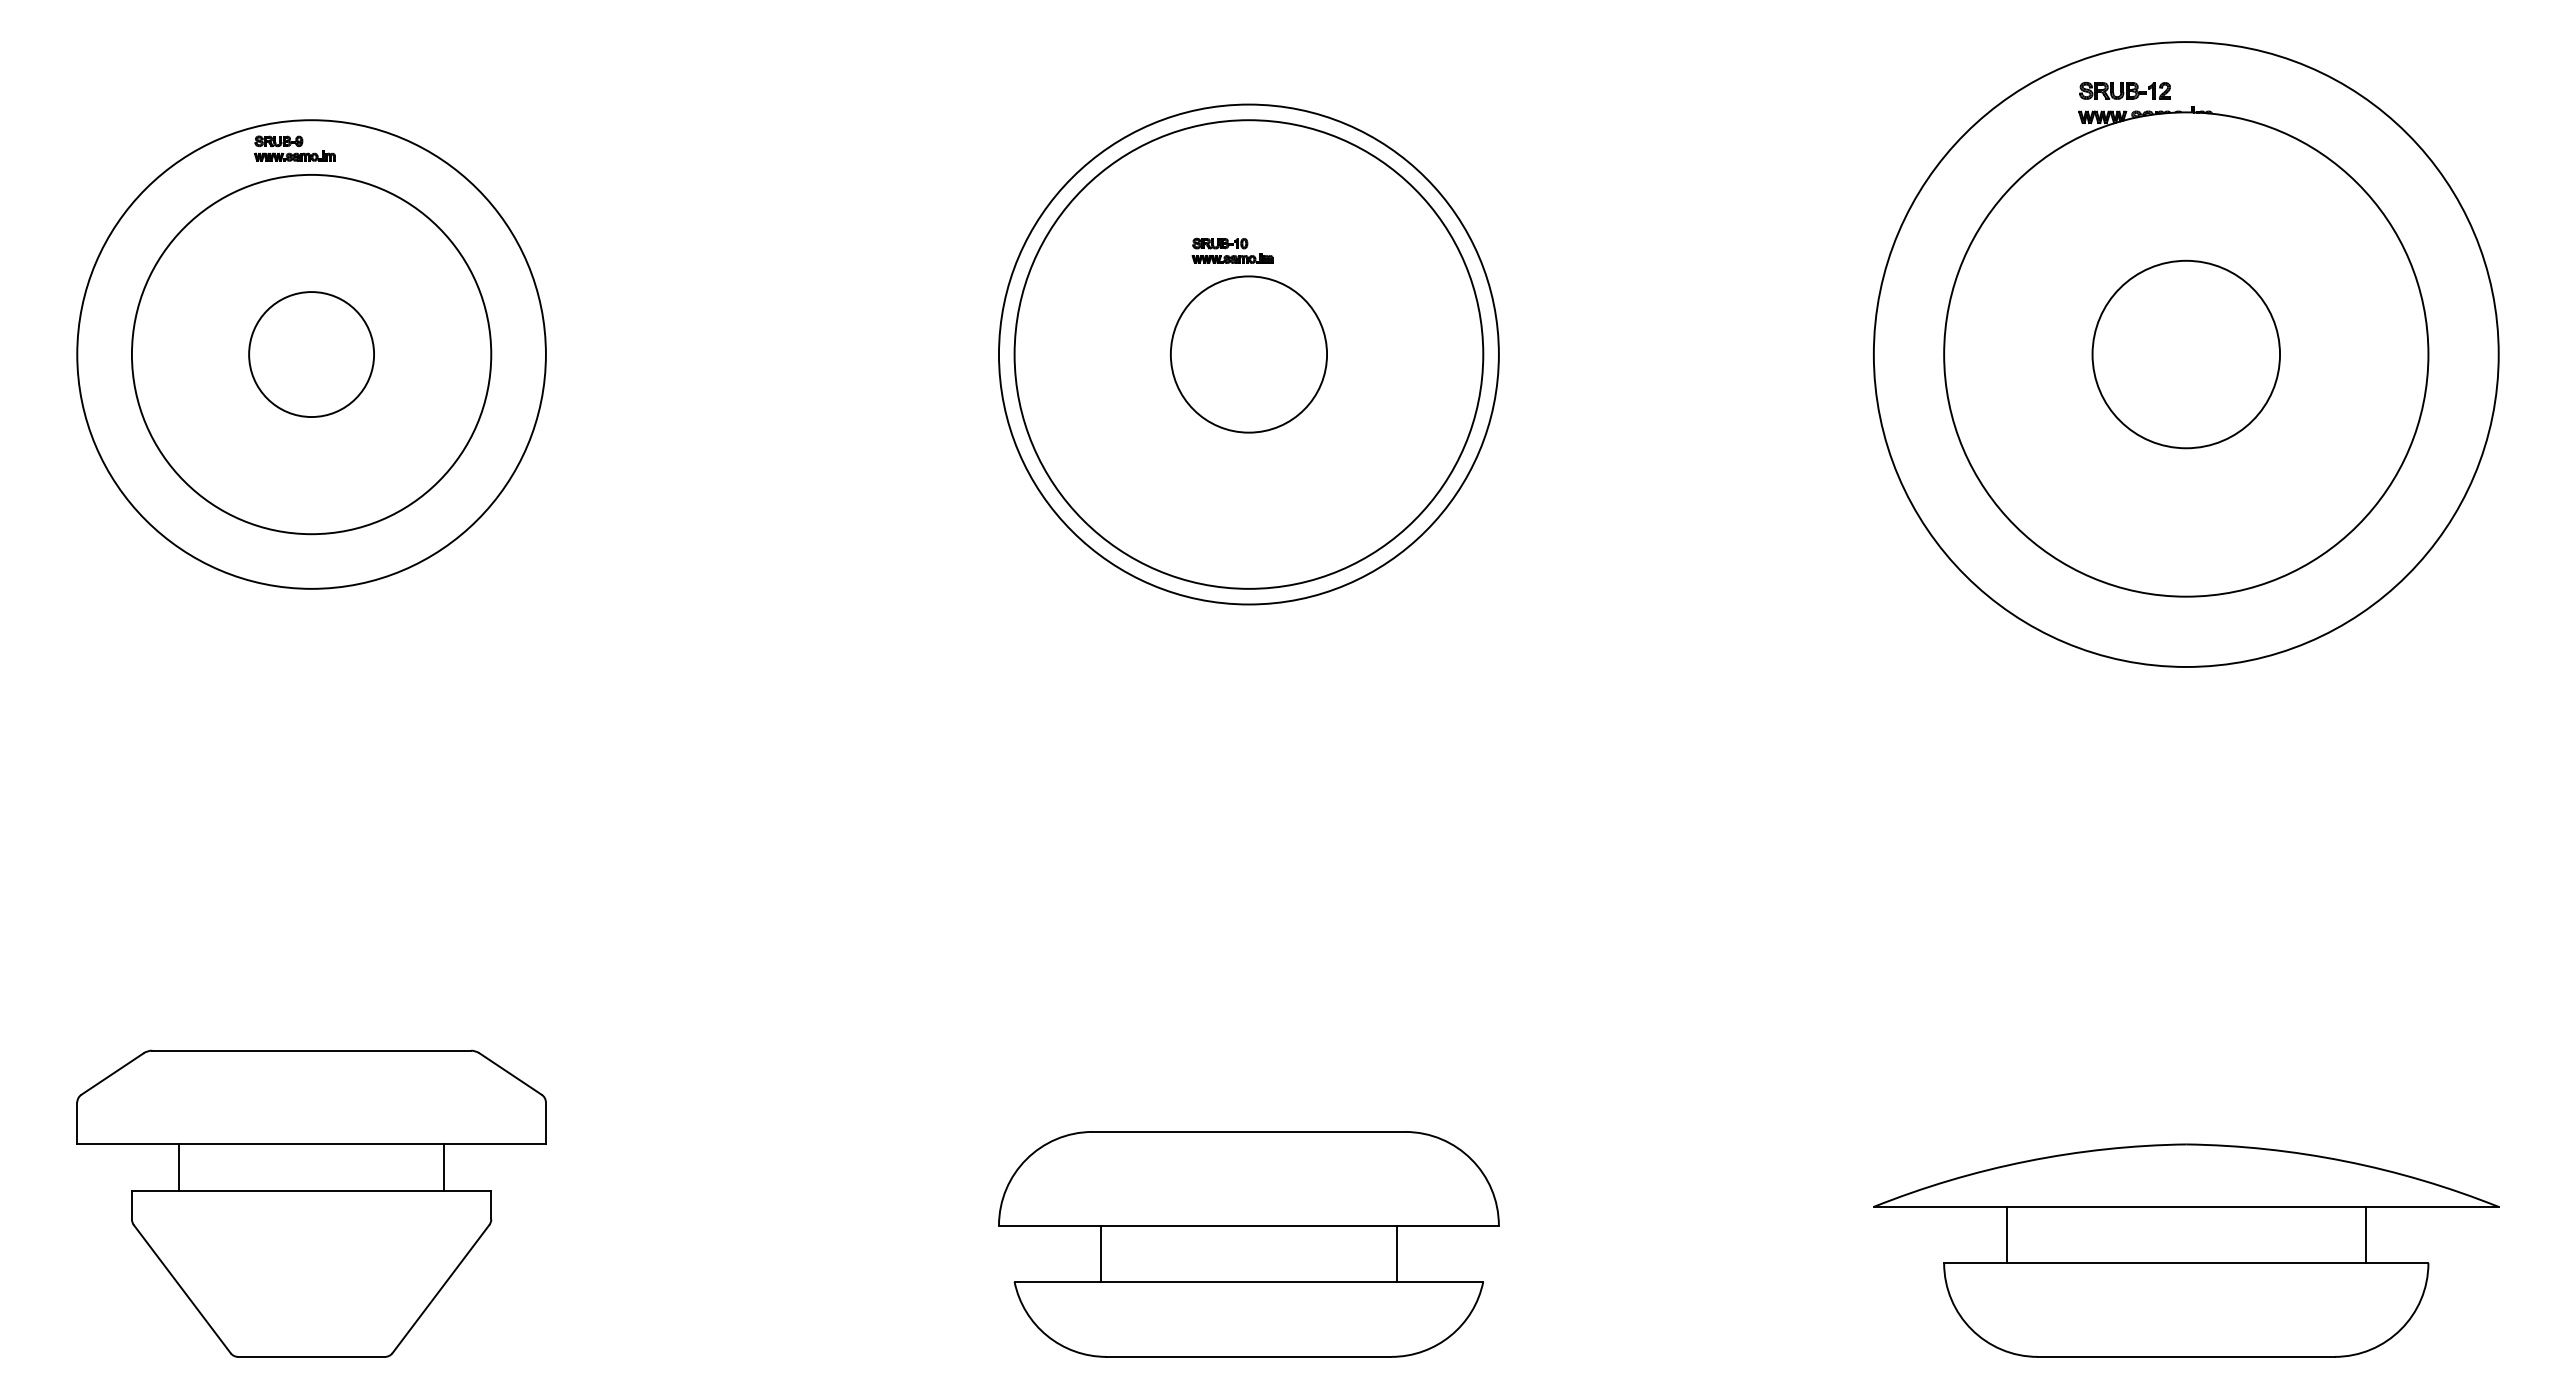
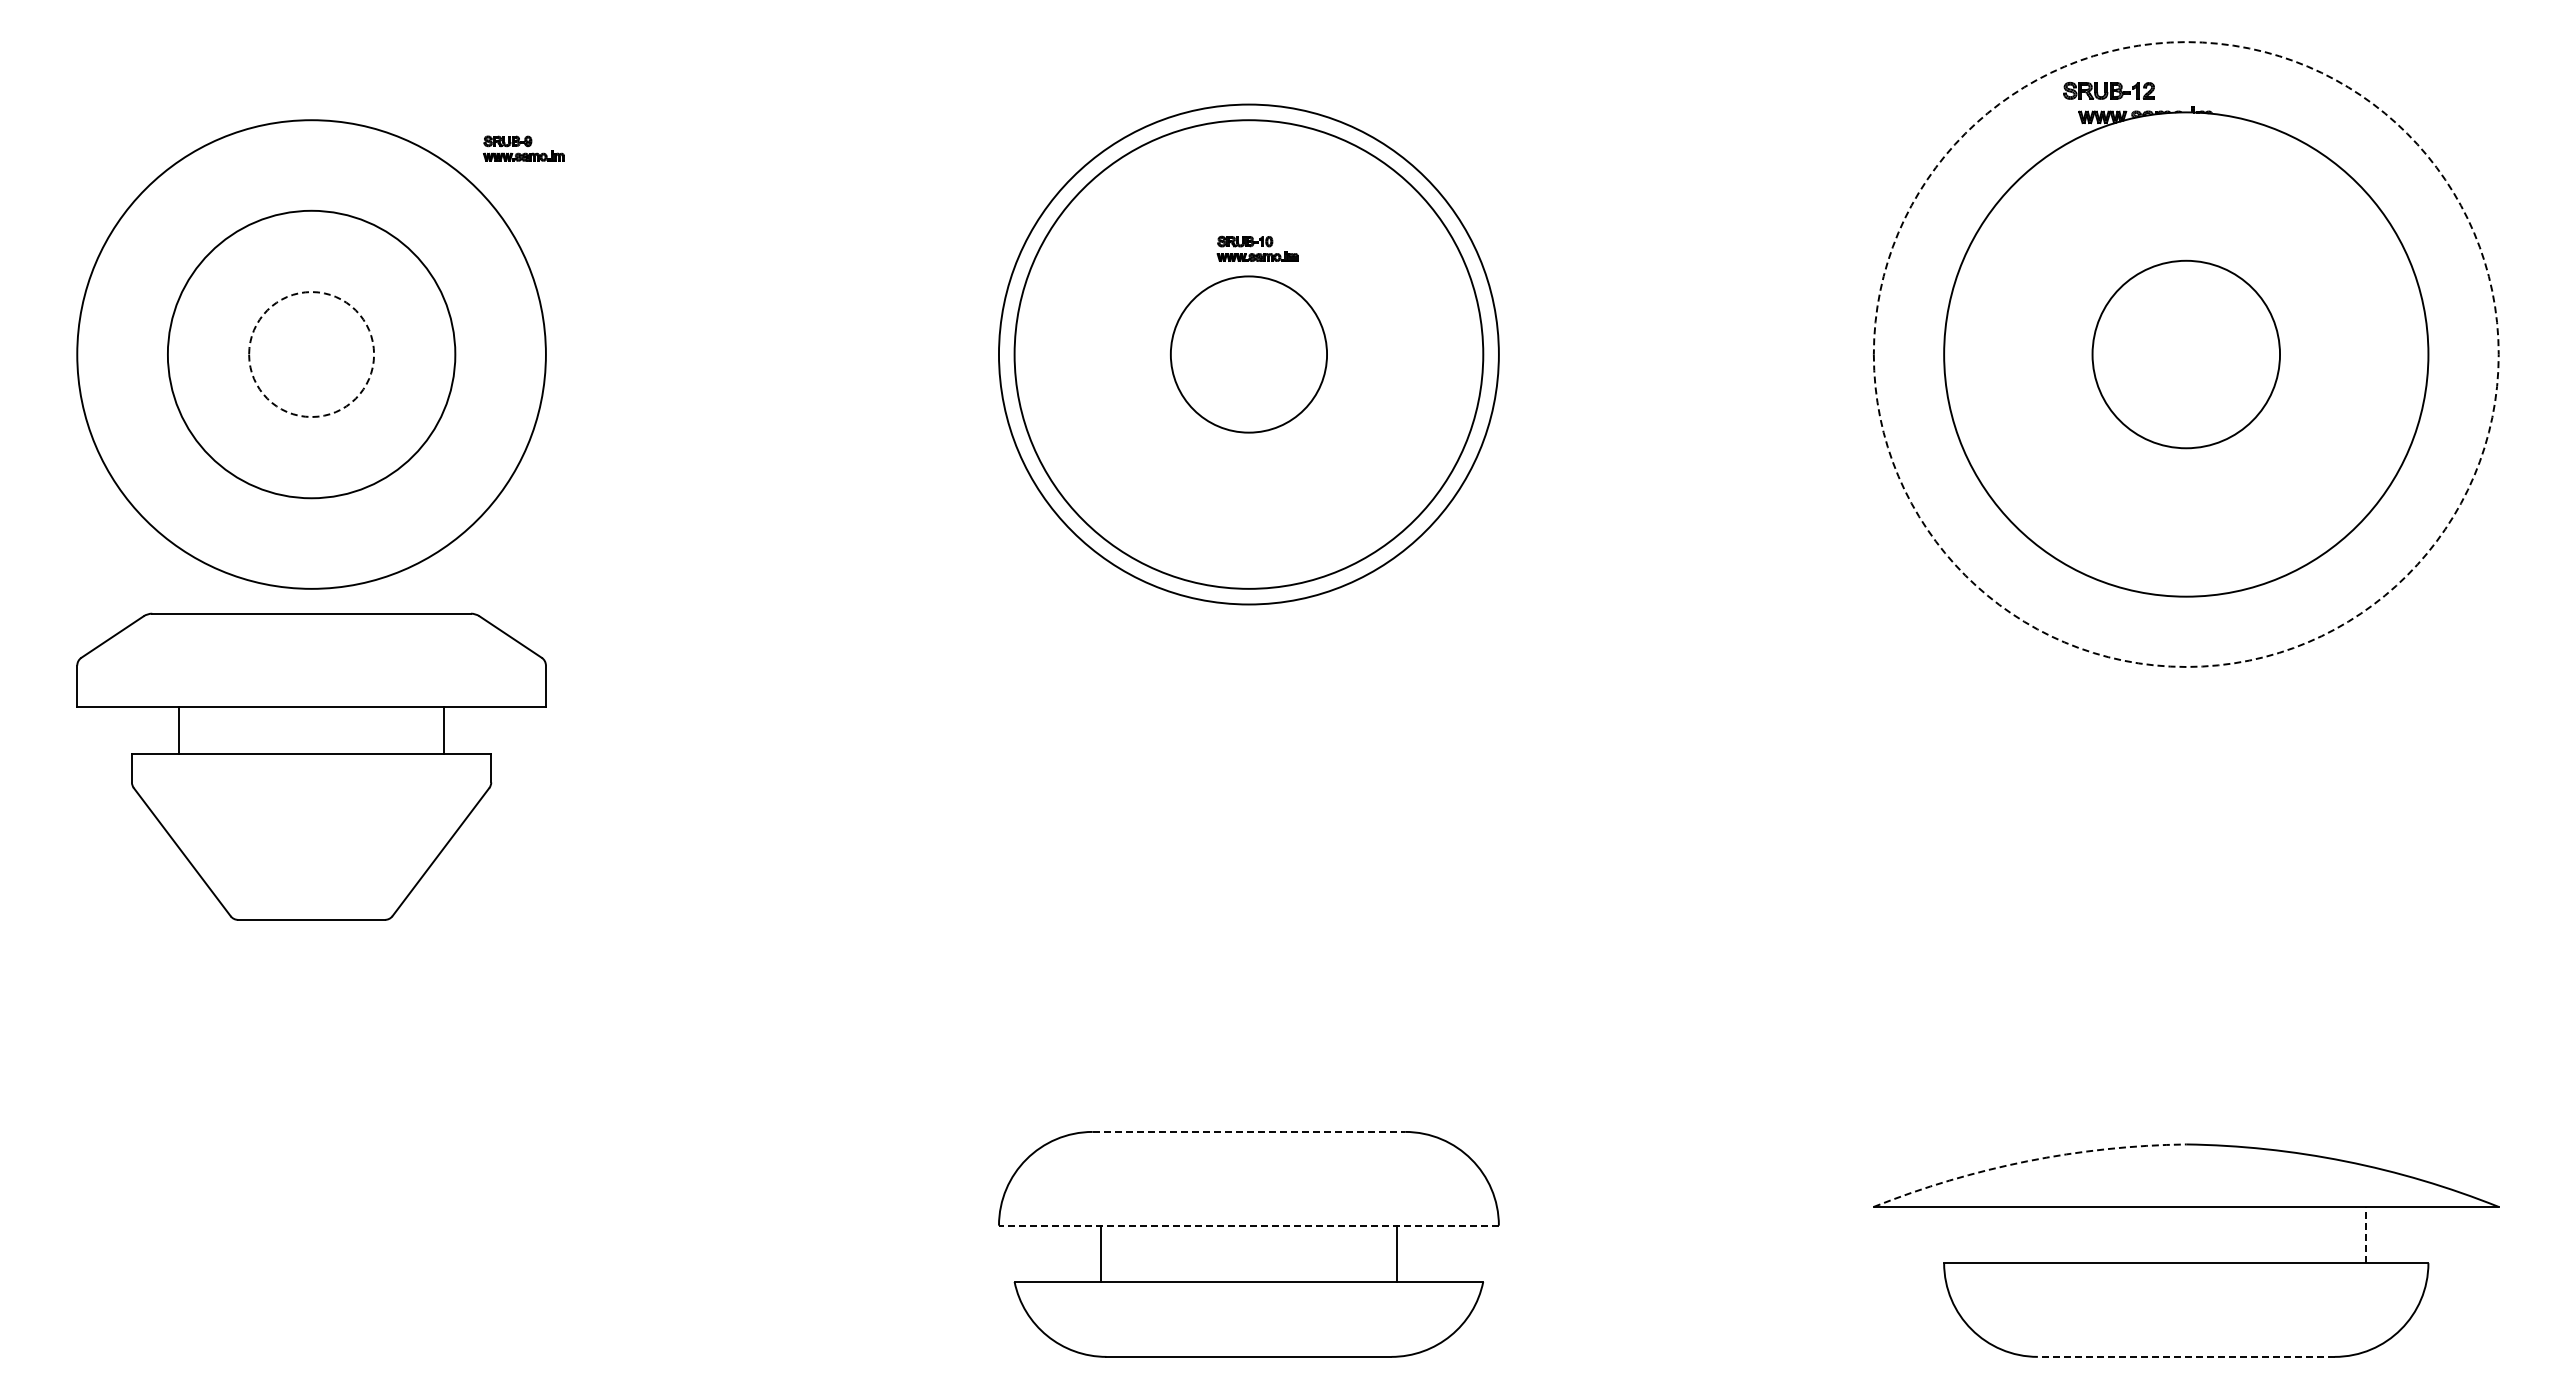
part at (2124, 90) position: (2124, 90) -> (2108, 90)
part at (294, 148) position: (294, 148) -> (523, 148)
part at (1232, 250) position: (1232, 250) -> (1257, 248)
circle at (311, 354) diameter: 359 px -> 287 px
circle at (311, 354): solid -> dashed
circle at (2185, 354): solid -> dashed
line at (1249, 1131): solid -> dashed
arc at (2027, 1161): solid -> dashed
part at (311, 1203) position: (311, 1203) -> (311, 766)
line at (1248, 1225): solid -> dashed
line at (2006, 1234): present -> none
line at (2365, 1234): solid -> dashed
line at (2185, 1356): solid -> dashed
